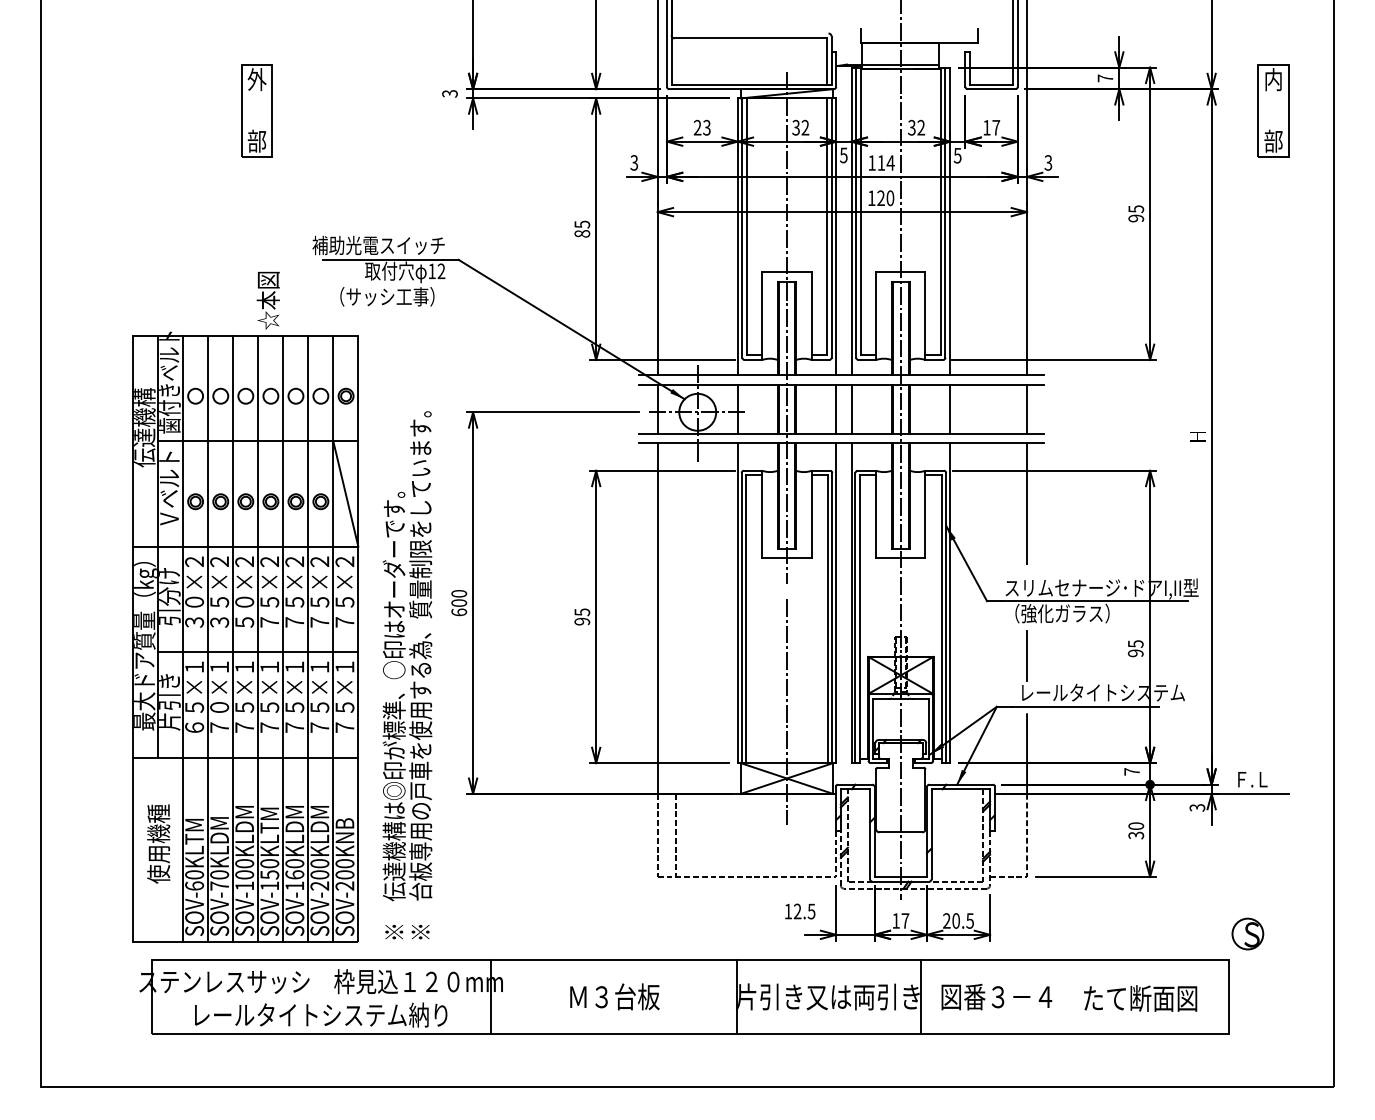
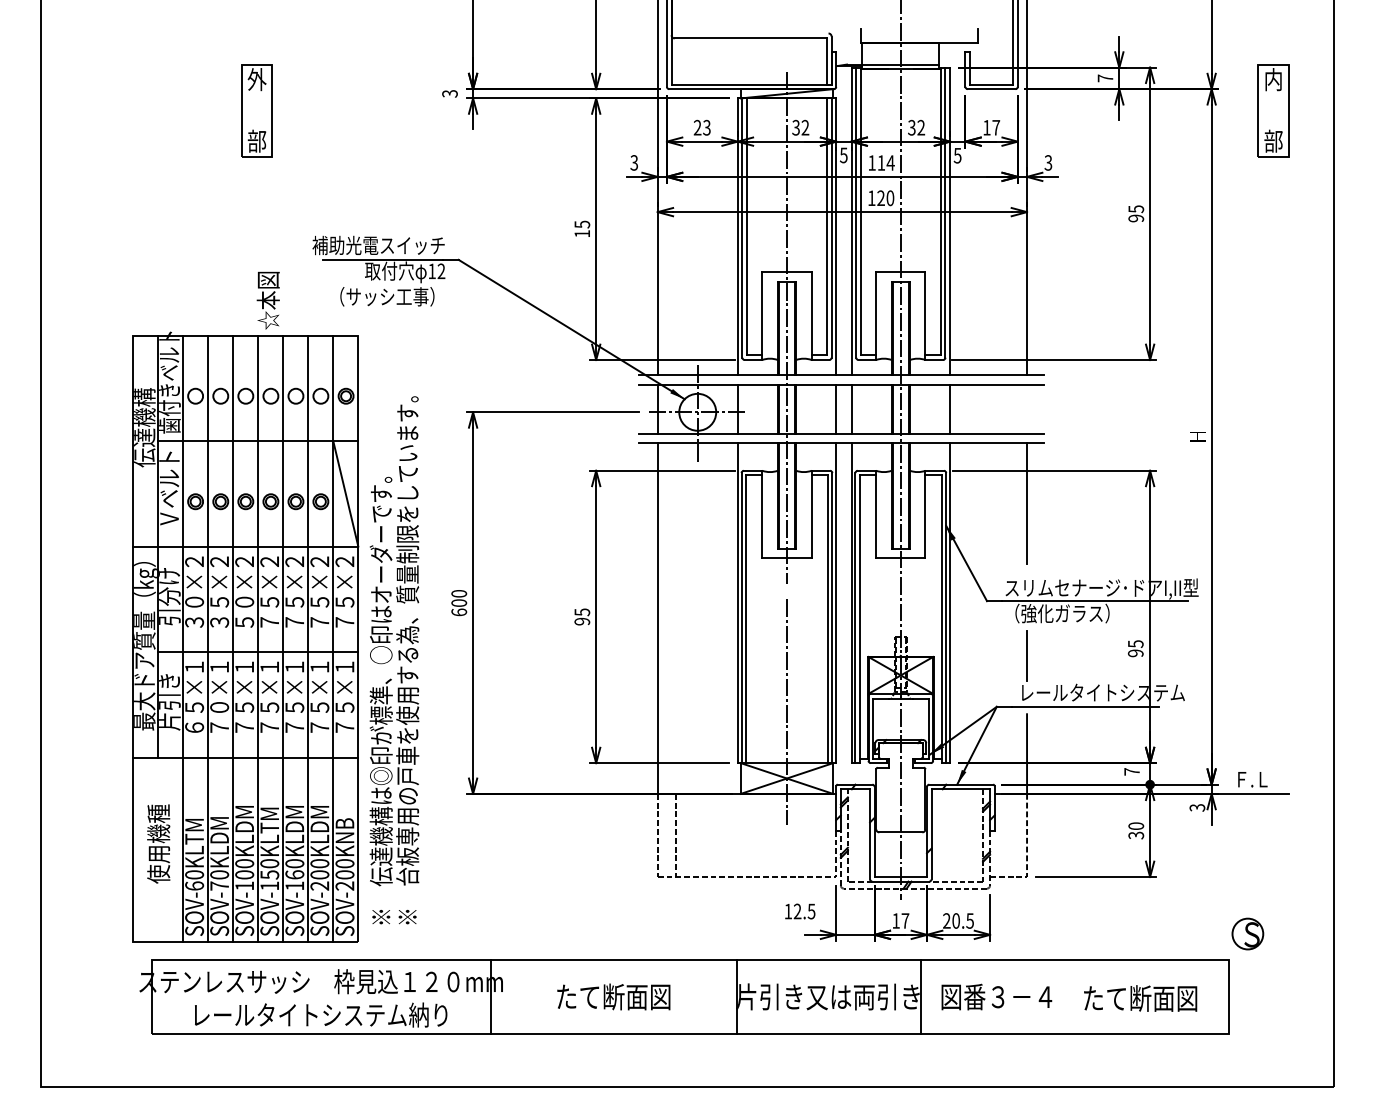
text at (582, 233): 85 -> 15
line at (1027, 408): present -> none
text at (407, 675) position: (407, 675) -> (394, 660)
text at (613, 996): Ｍ３台板 -> たて断面図
